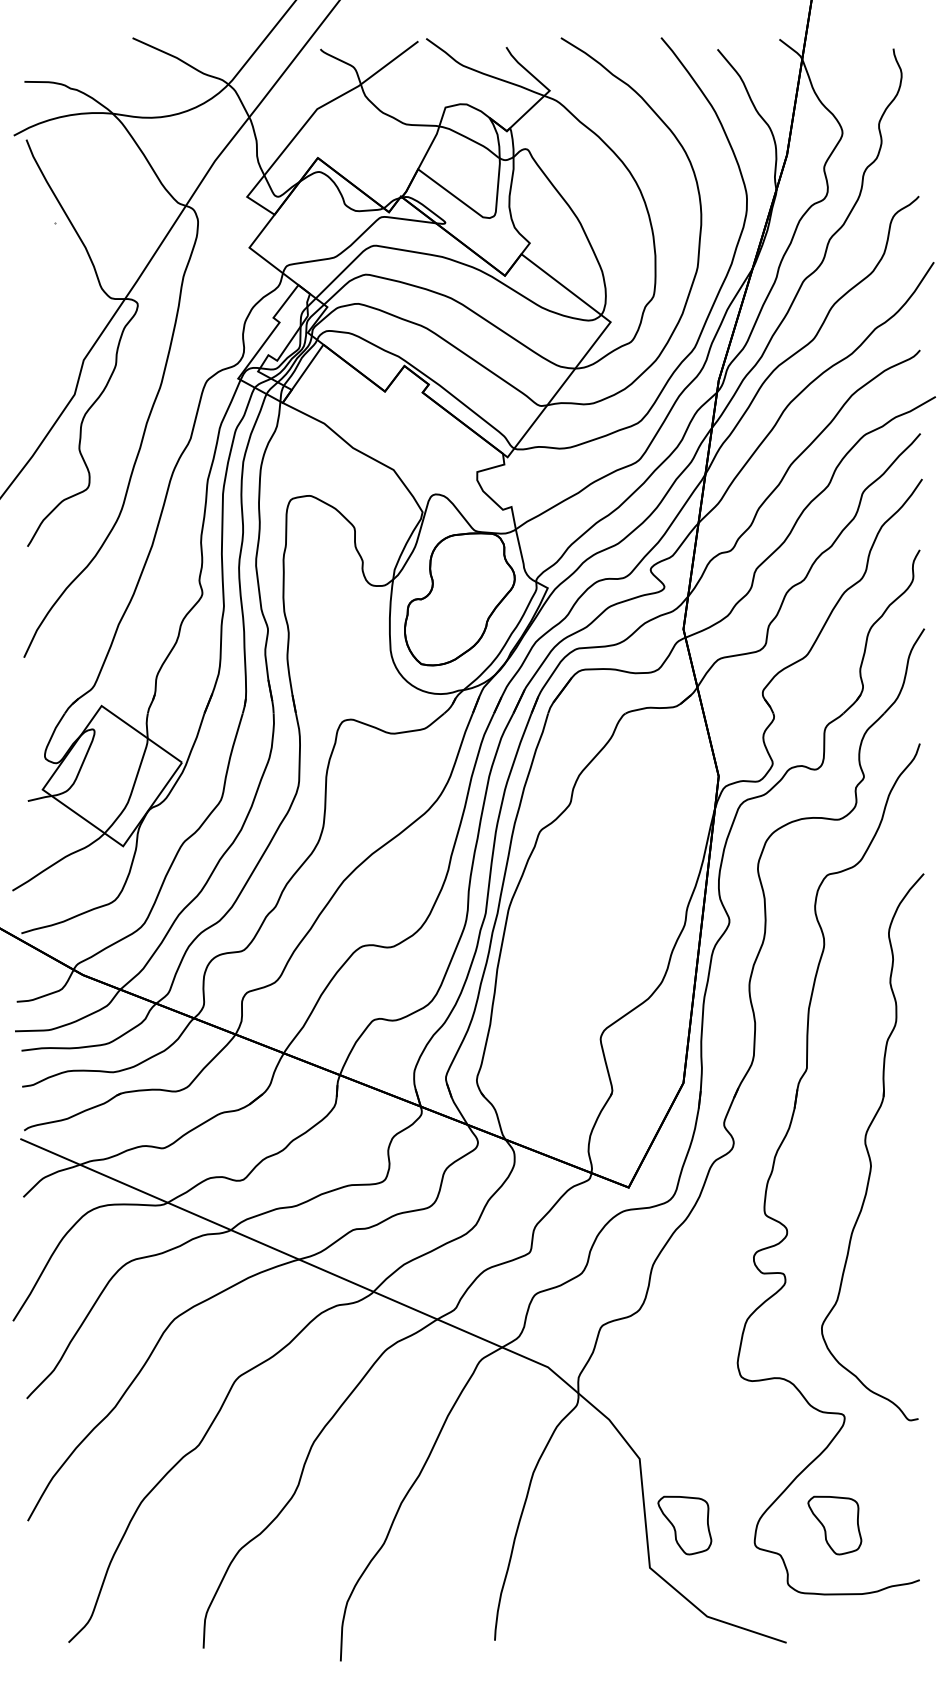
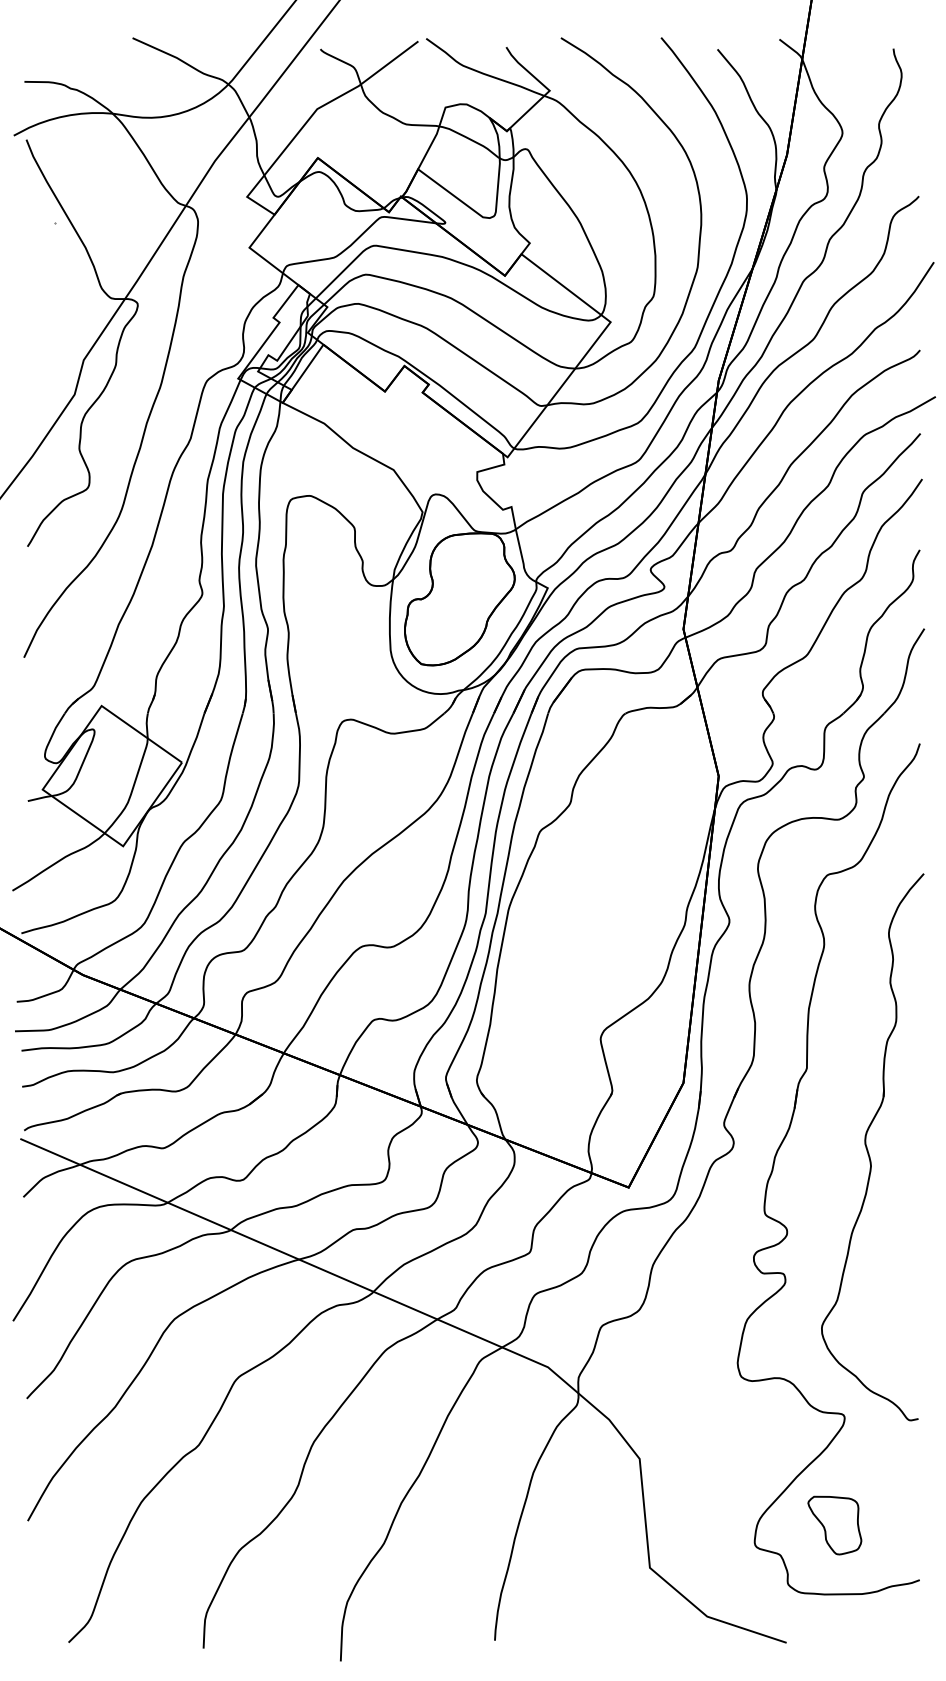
part at (684, 1525): present -> none
